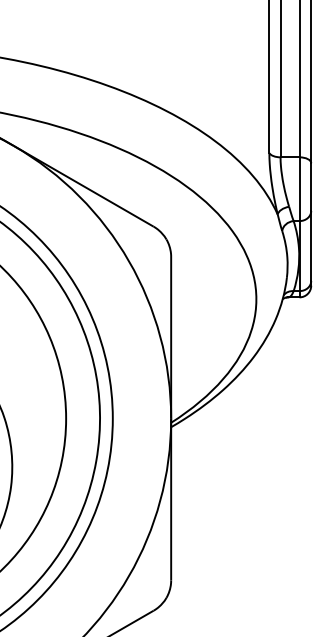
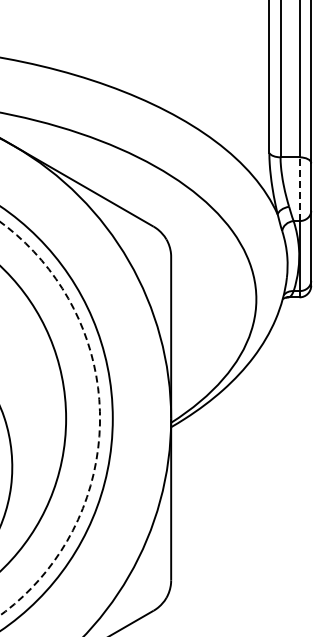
line at (299, 189): solid -> dashed
arc at (99, 419): solid -> dashed
